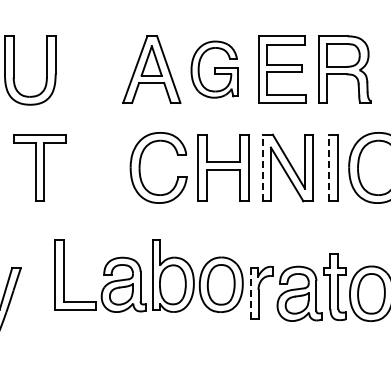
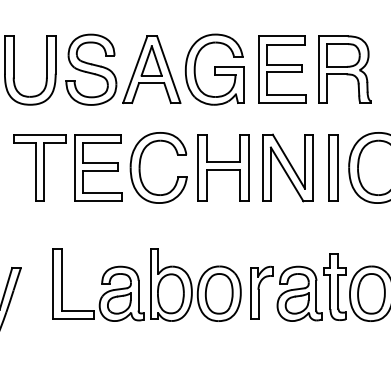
part at (91, 69): none -> present
part at (214, 69) size: 49x59 px -> 61x73 px
part at (98, 167): none -> present
line at (262, 167): dashed -> solid
line at (329, 167): dashed -> solid
part at (148, 275) position: (148, 275) -> (146, 284)
line at (250, 293): dashed -> solid
